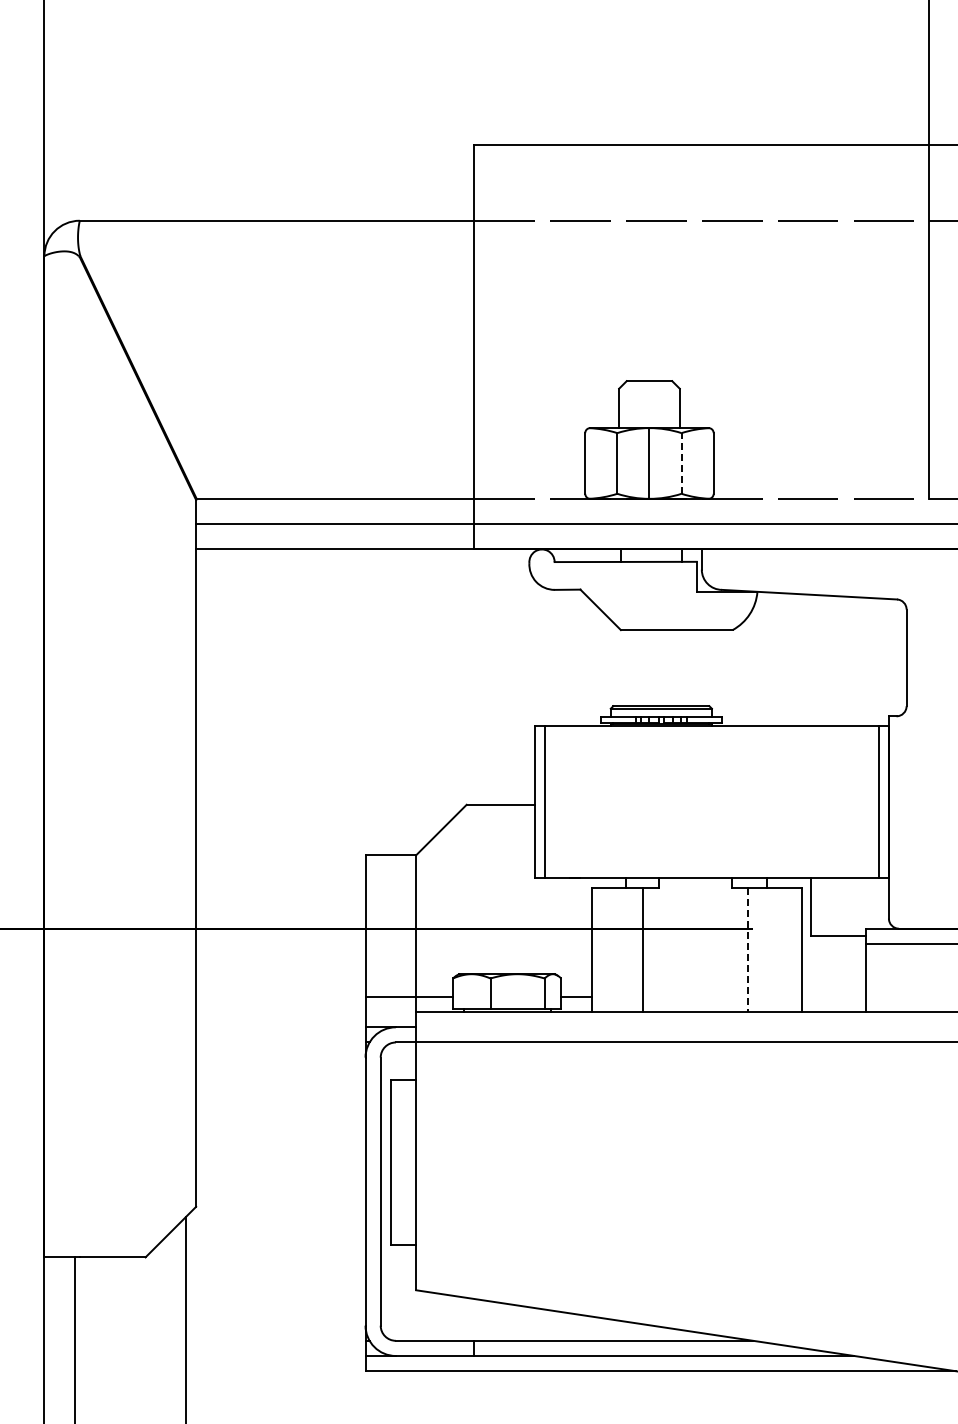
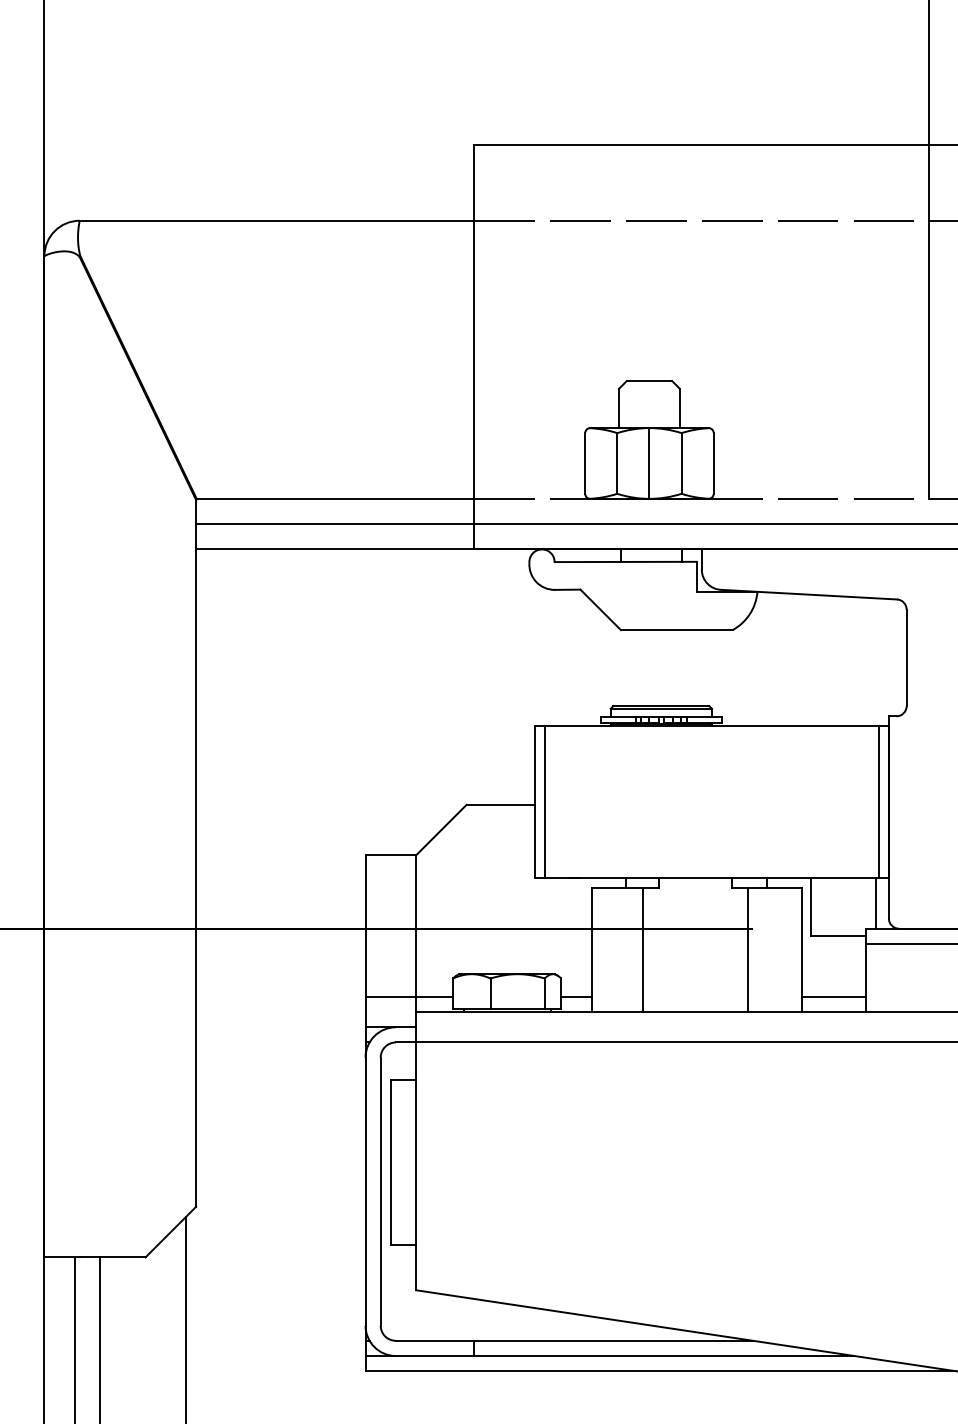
line at (681, 462): dashed -> solid
line at (876, 903): none -> present
line at (748, 950): dashed -> solid
line at (833, 996): none -> present
line at (100, 1338): none -> present
